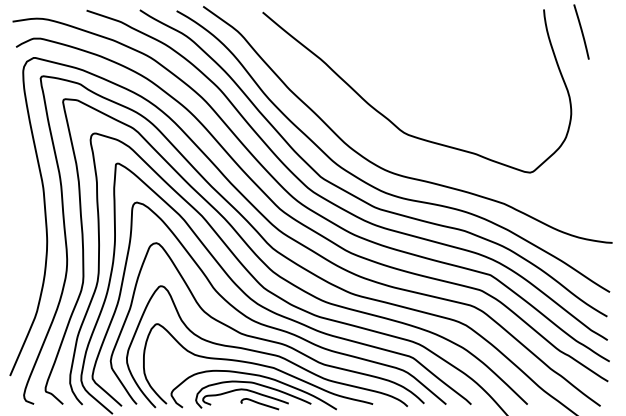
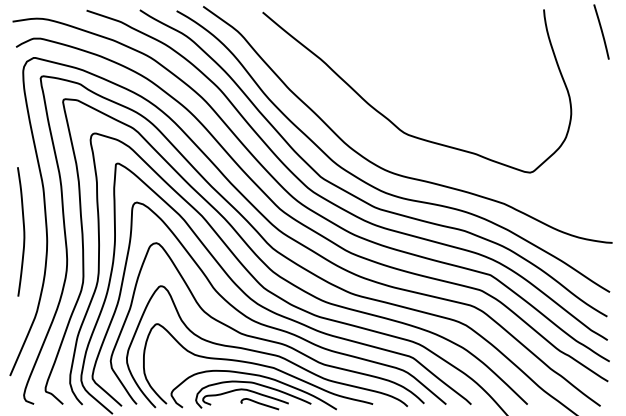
line at (581, 31) position: (581, 31) -> (601, 31)
curve at (23, 231): none -> present
